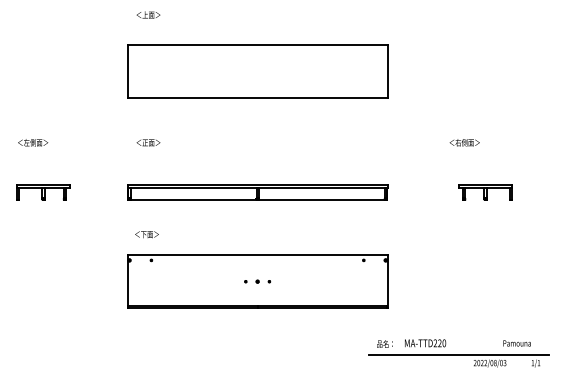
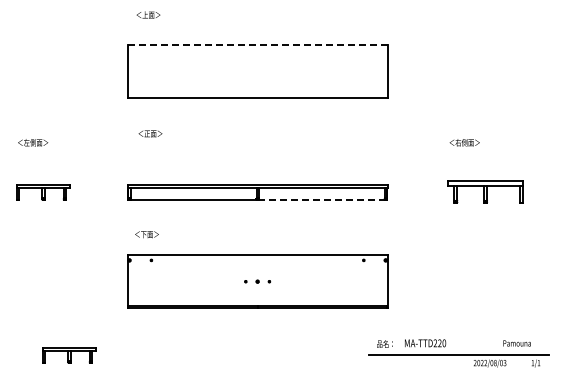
line at (257, 44): solid -> dashed
text at (148, 142) position: (148, 142) -> (150, 133)
part at (485, 192) size: 55x17 px -> 77x24 px
line at (322, 199): solid -> dashed
part at (69, 355): none -> present
